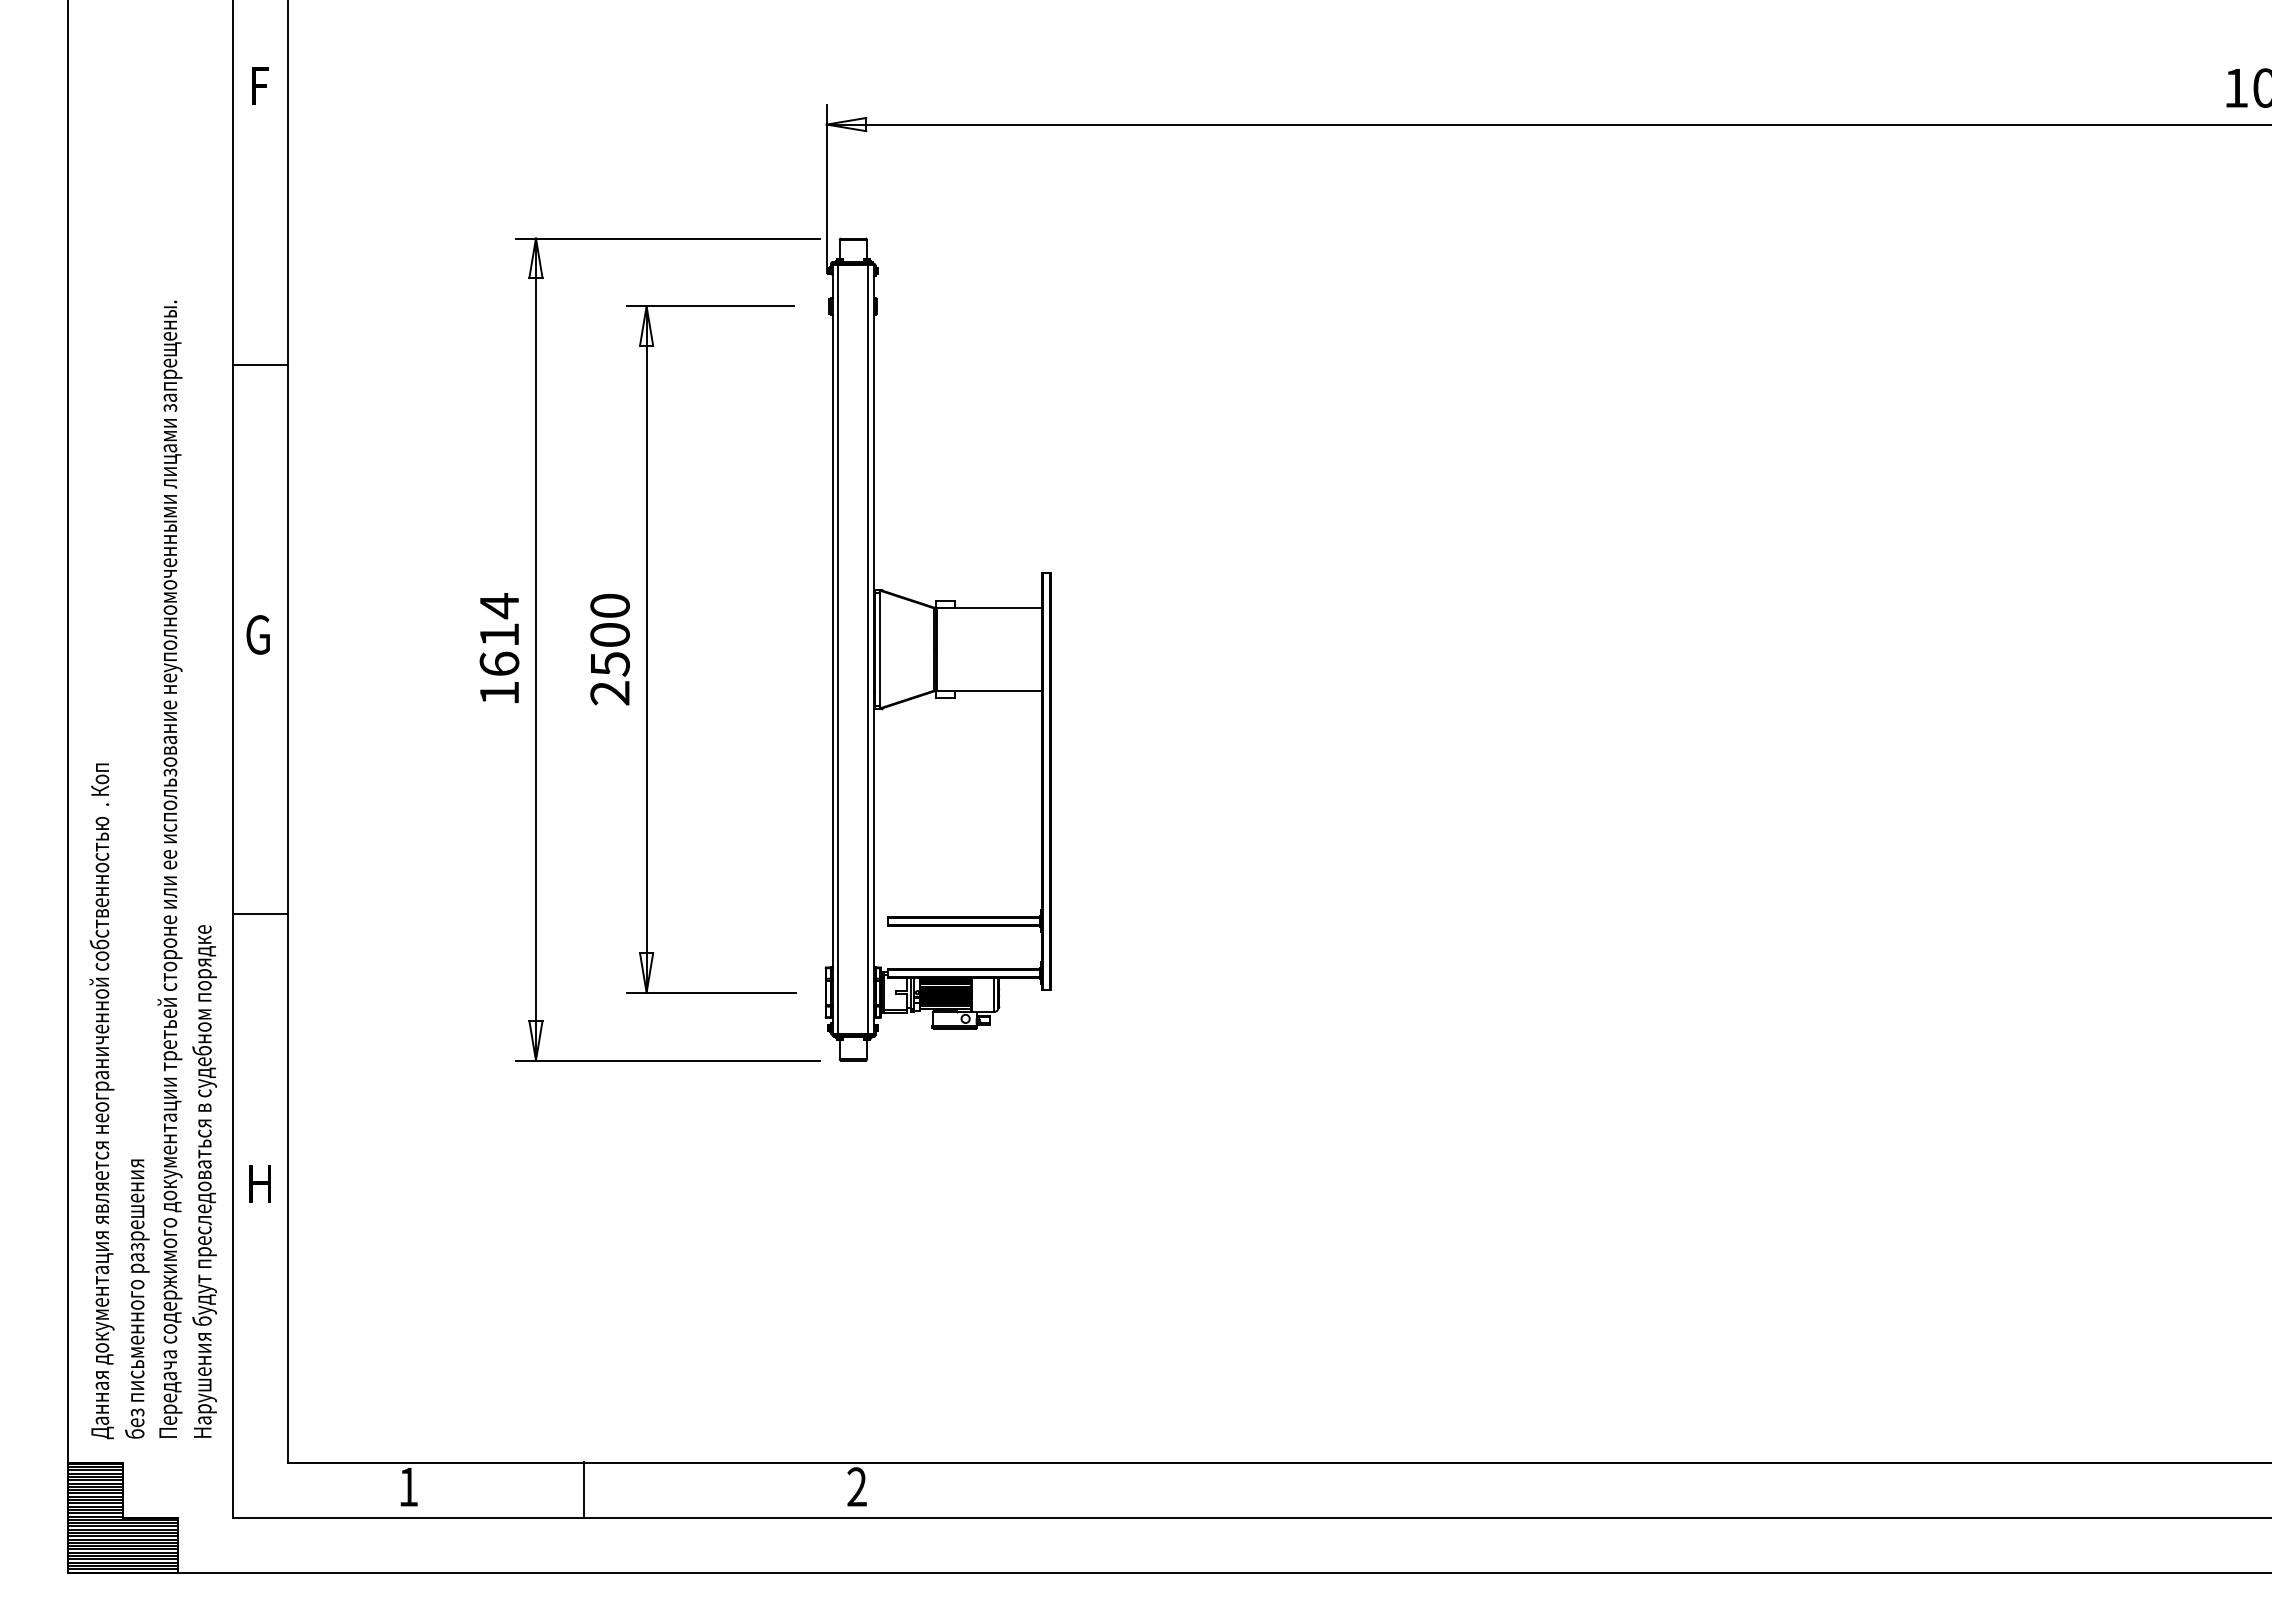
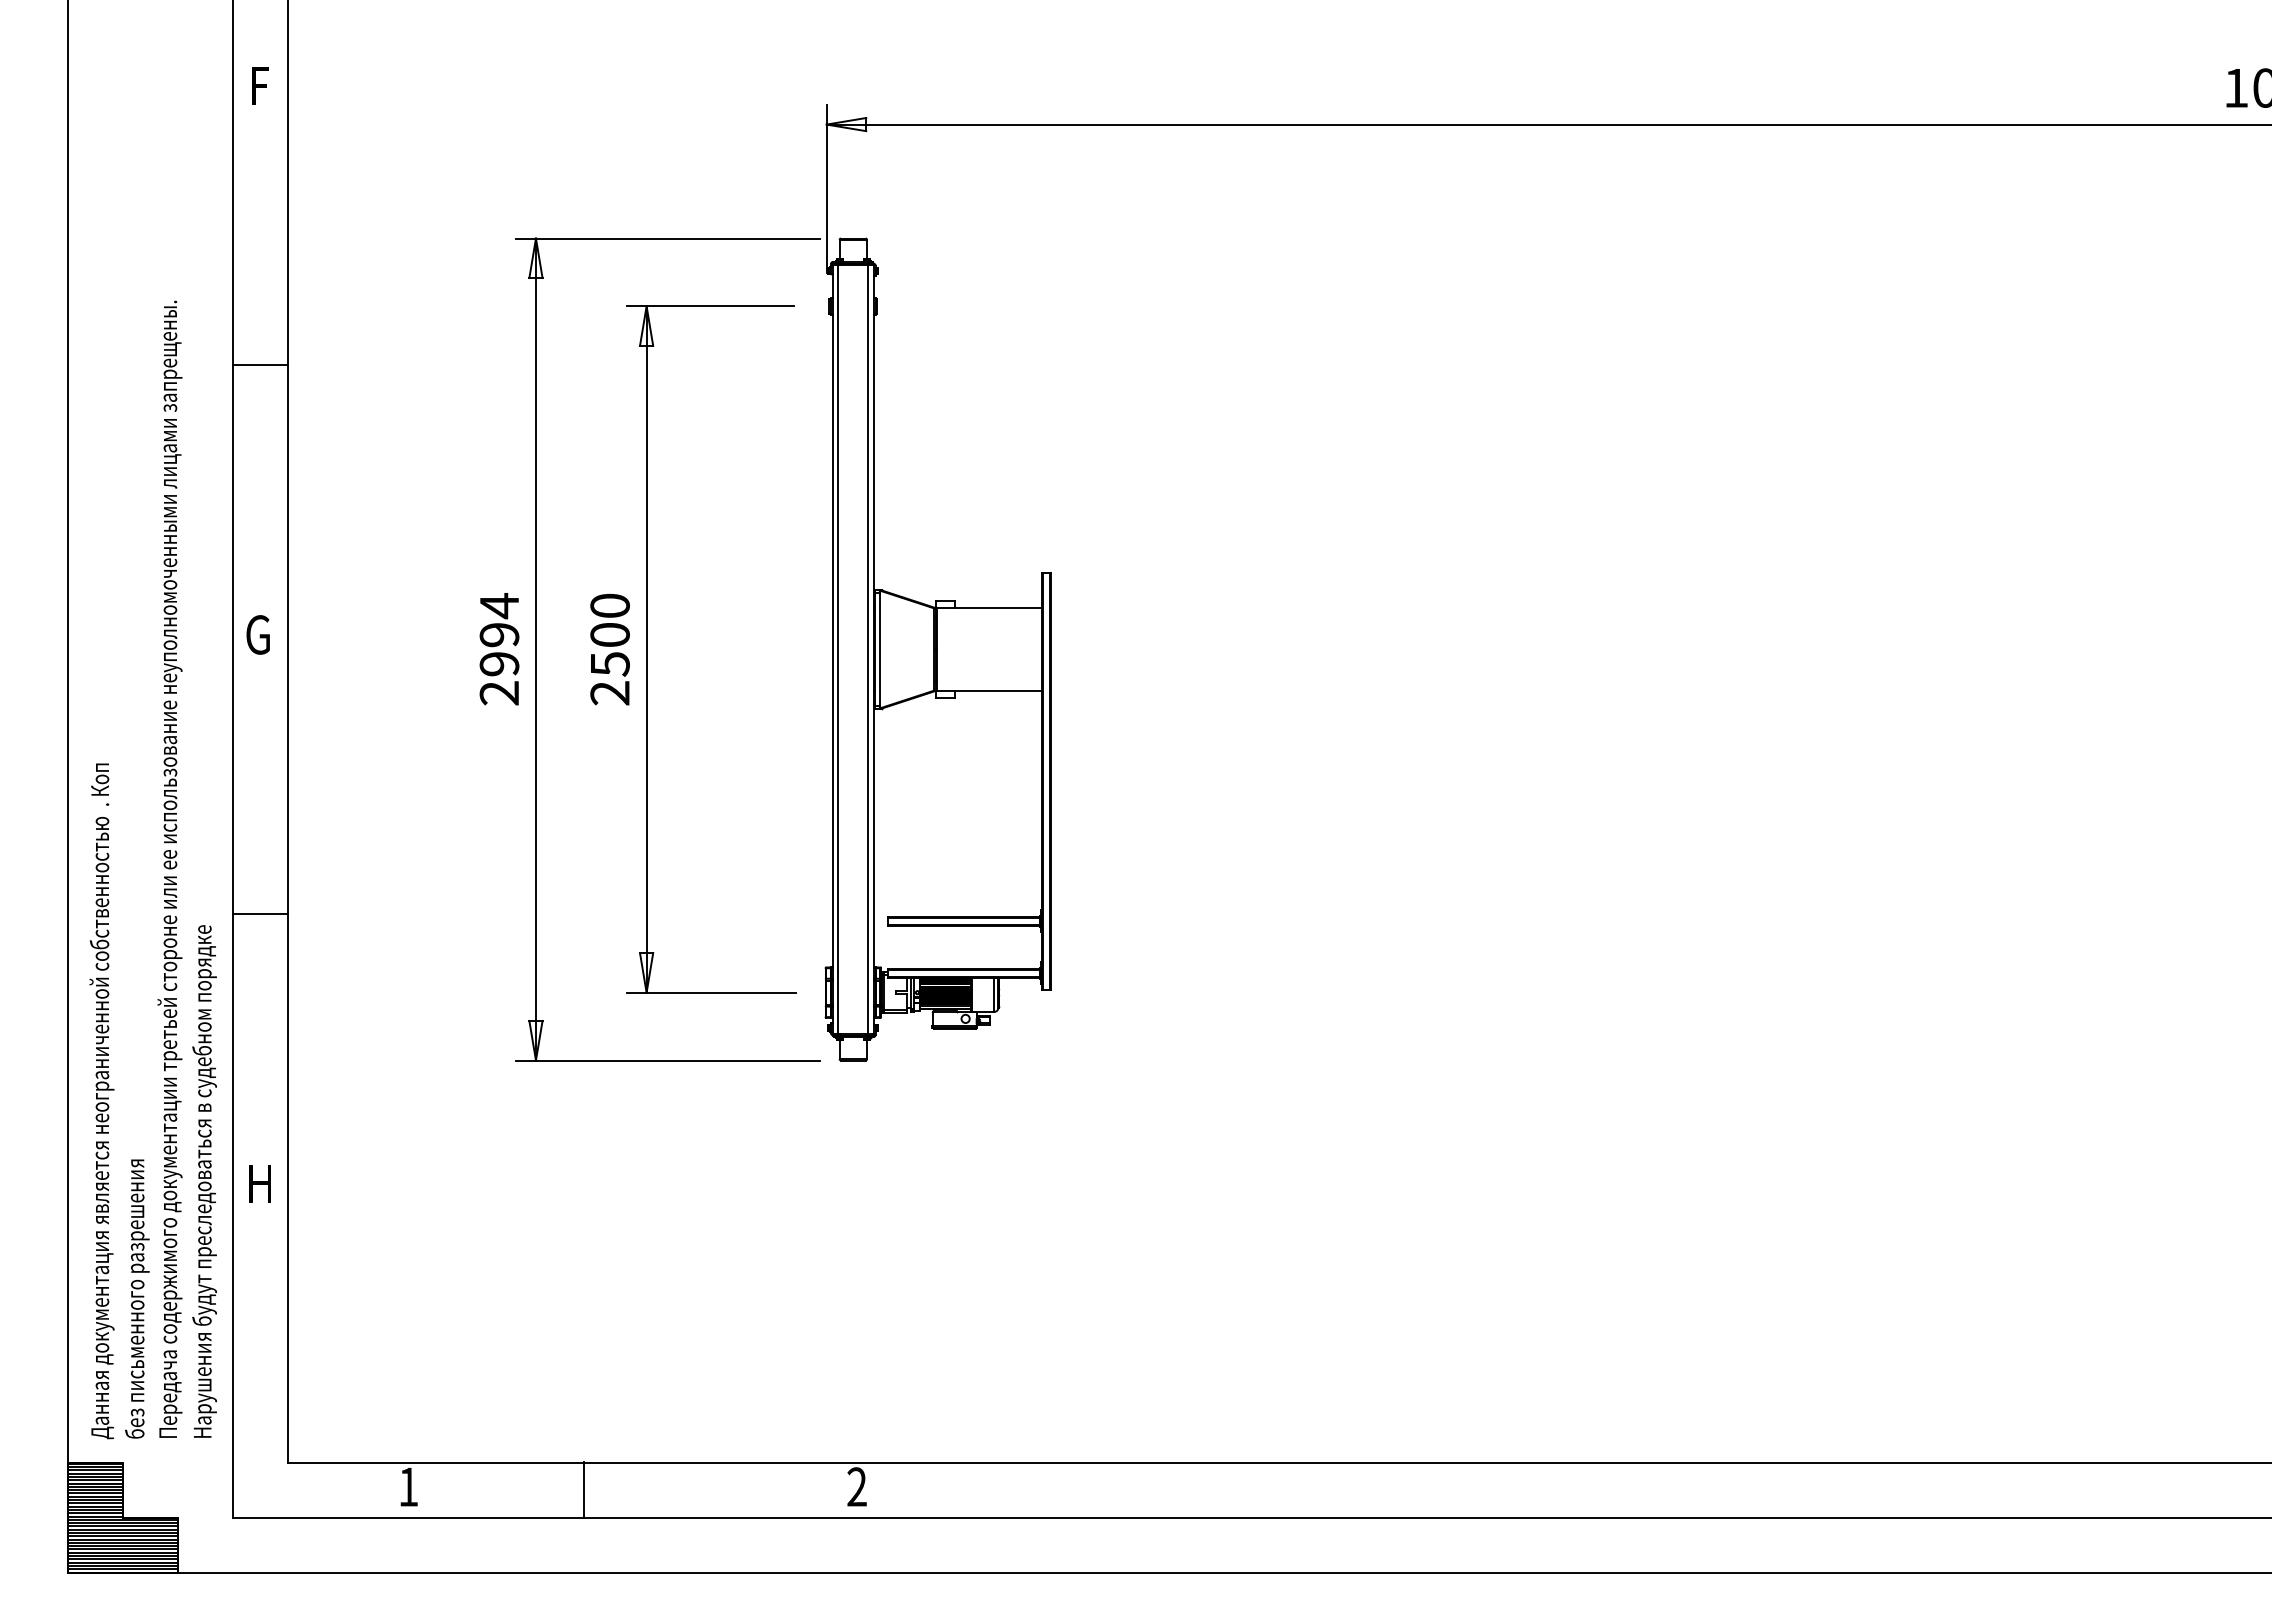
text at (499, 664): 1614 -> 2994
